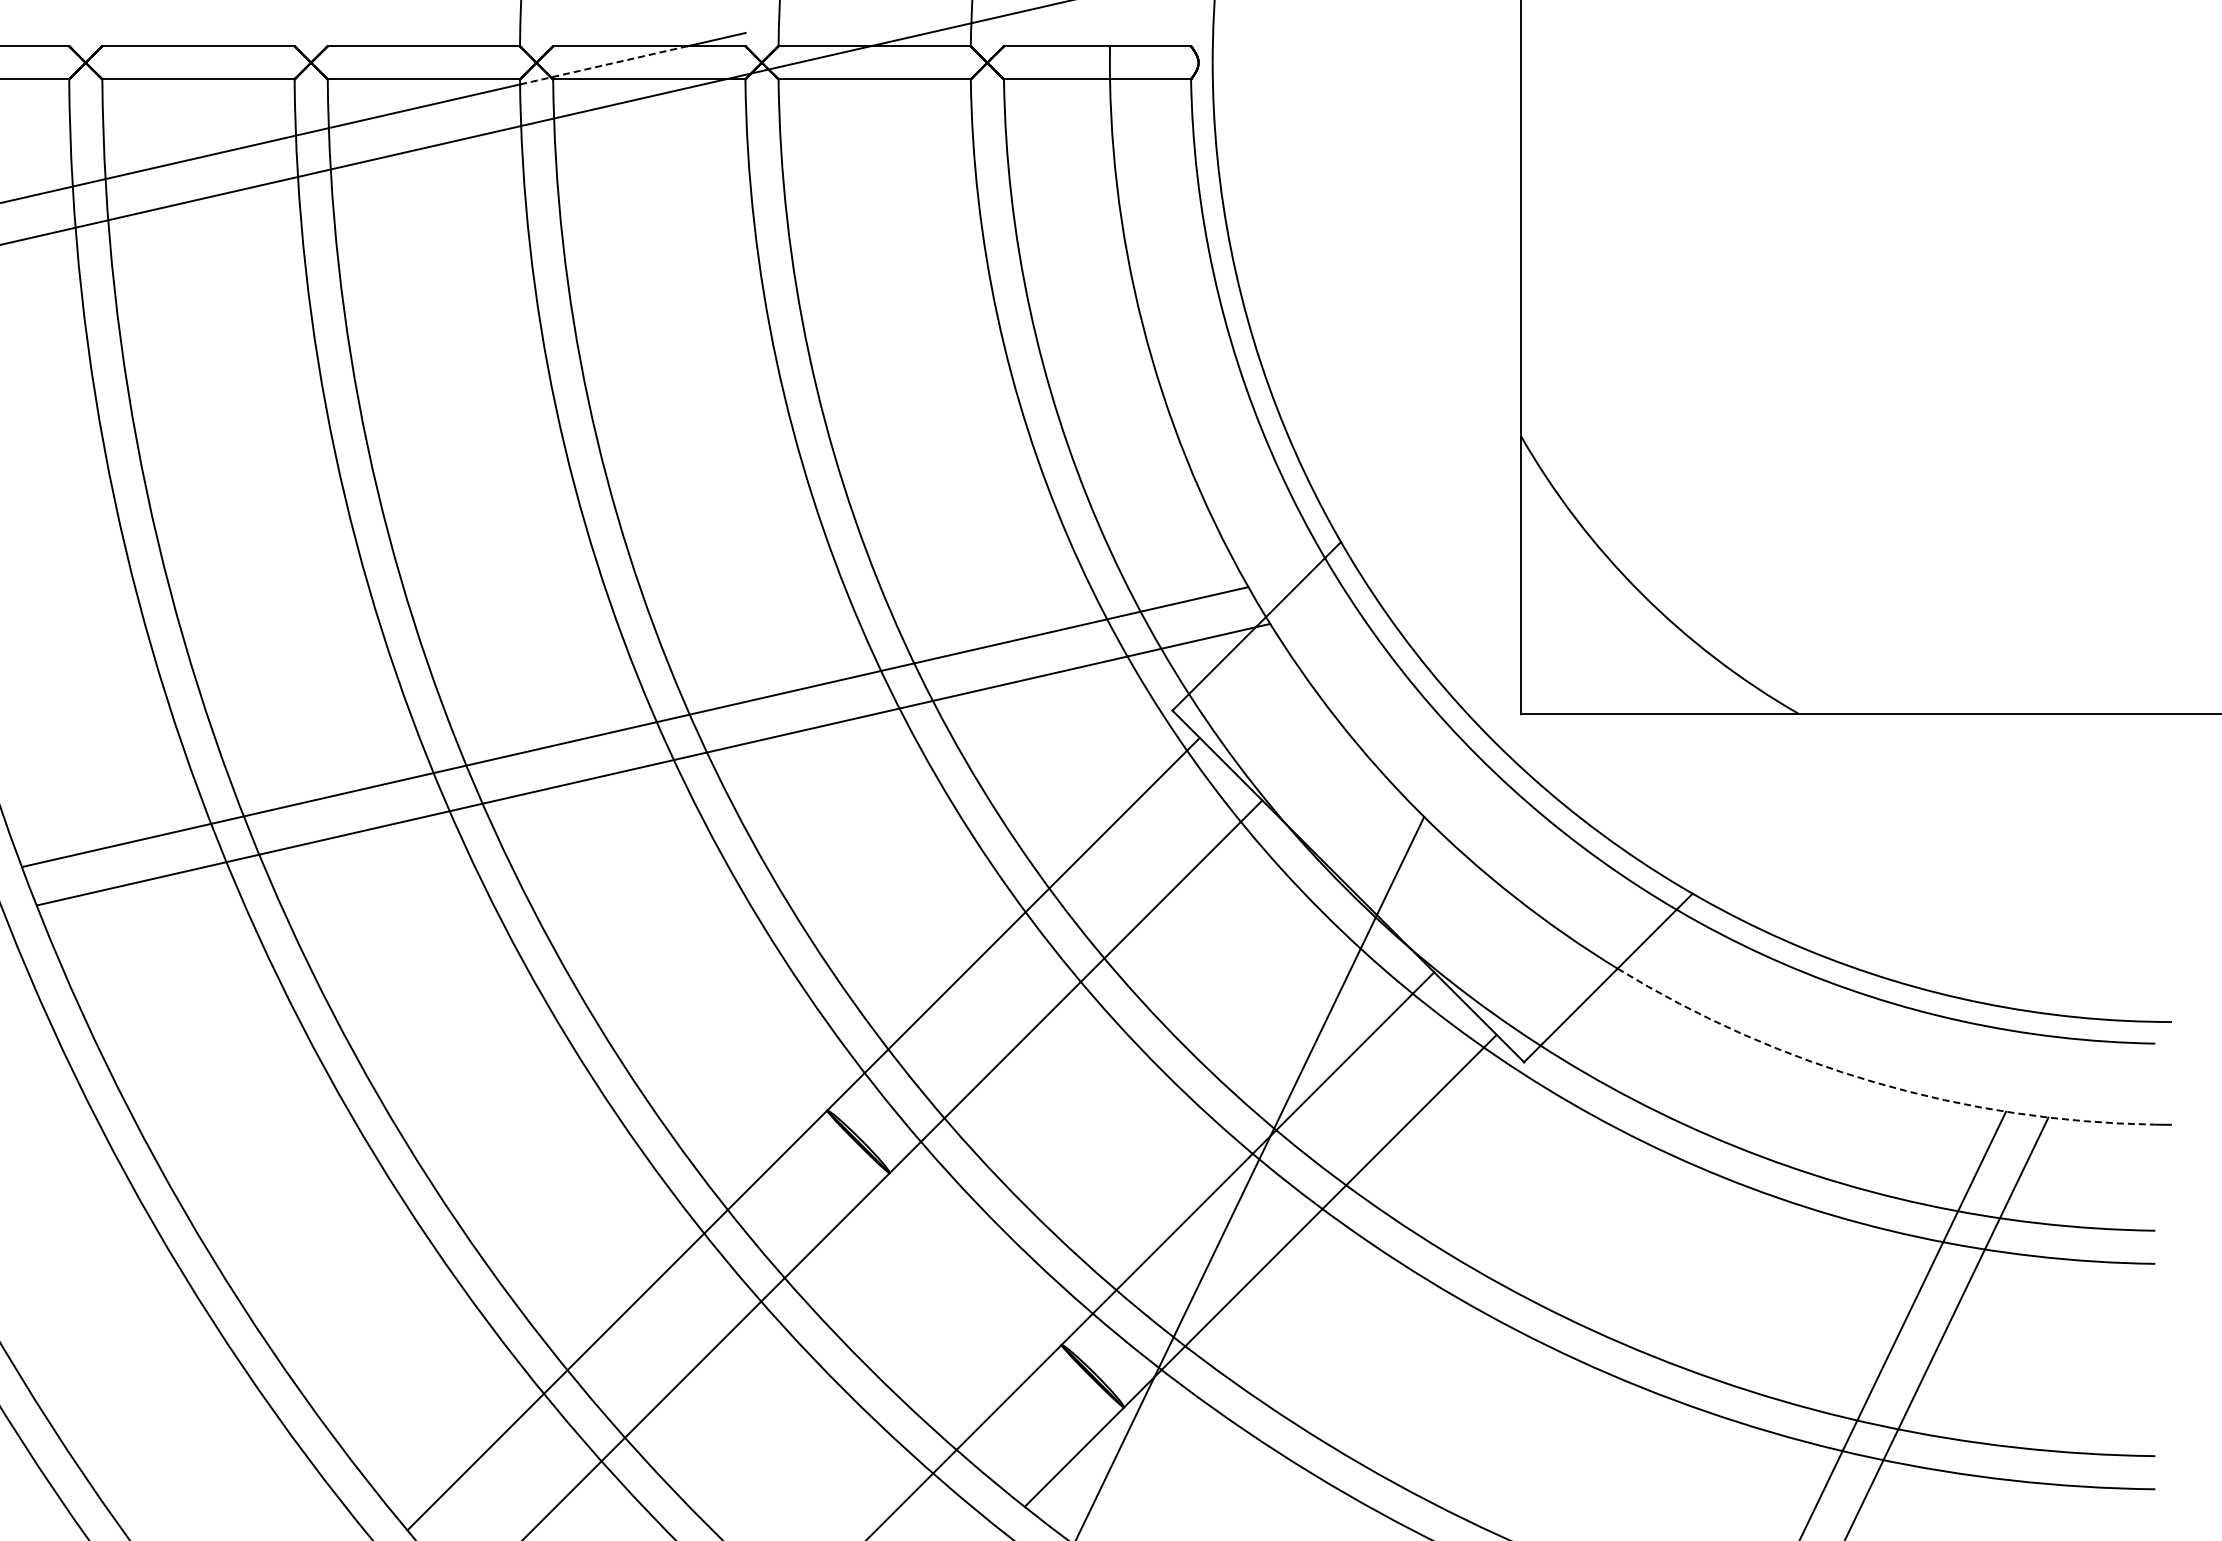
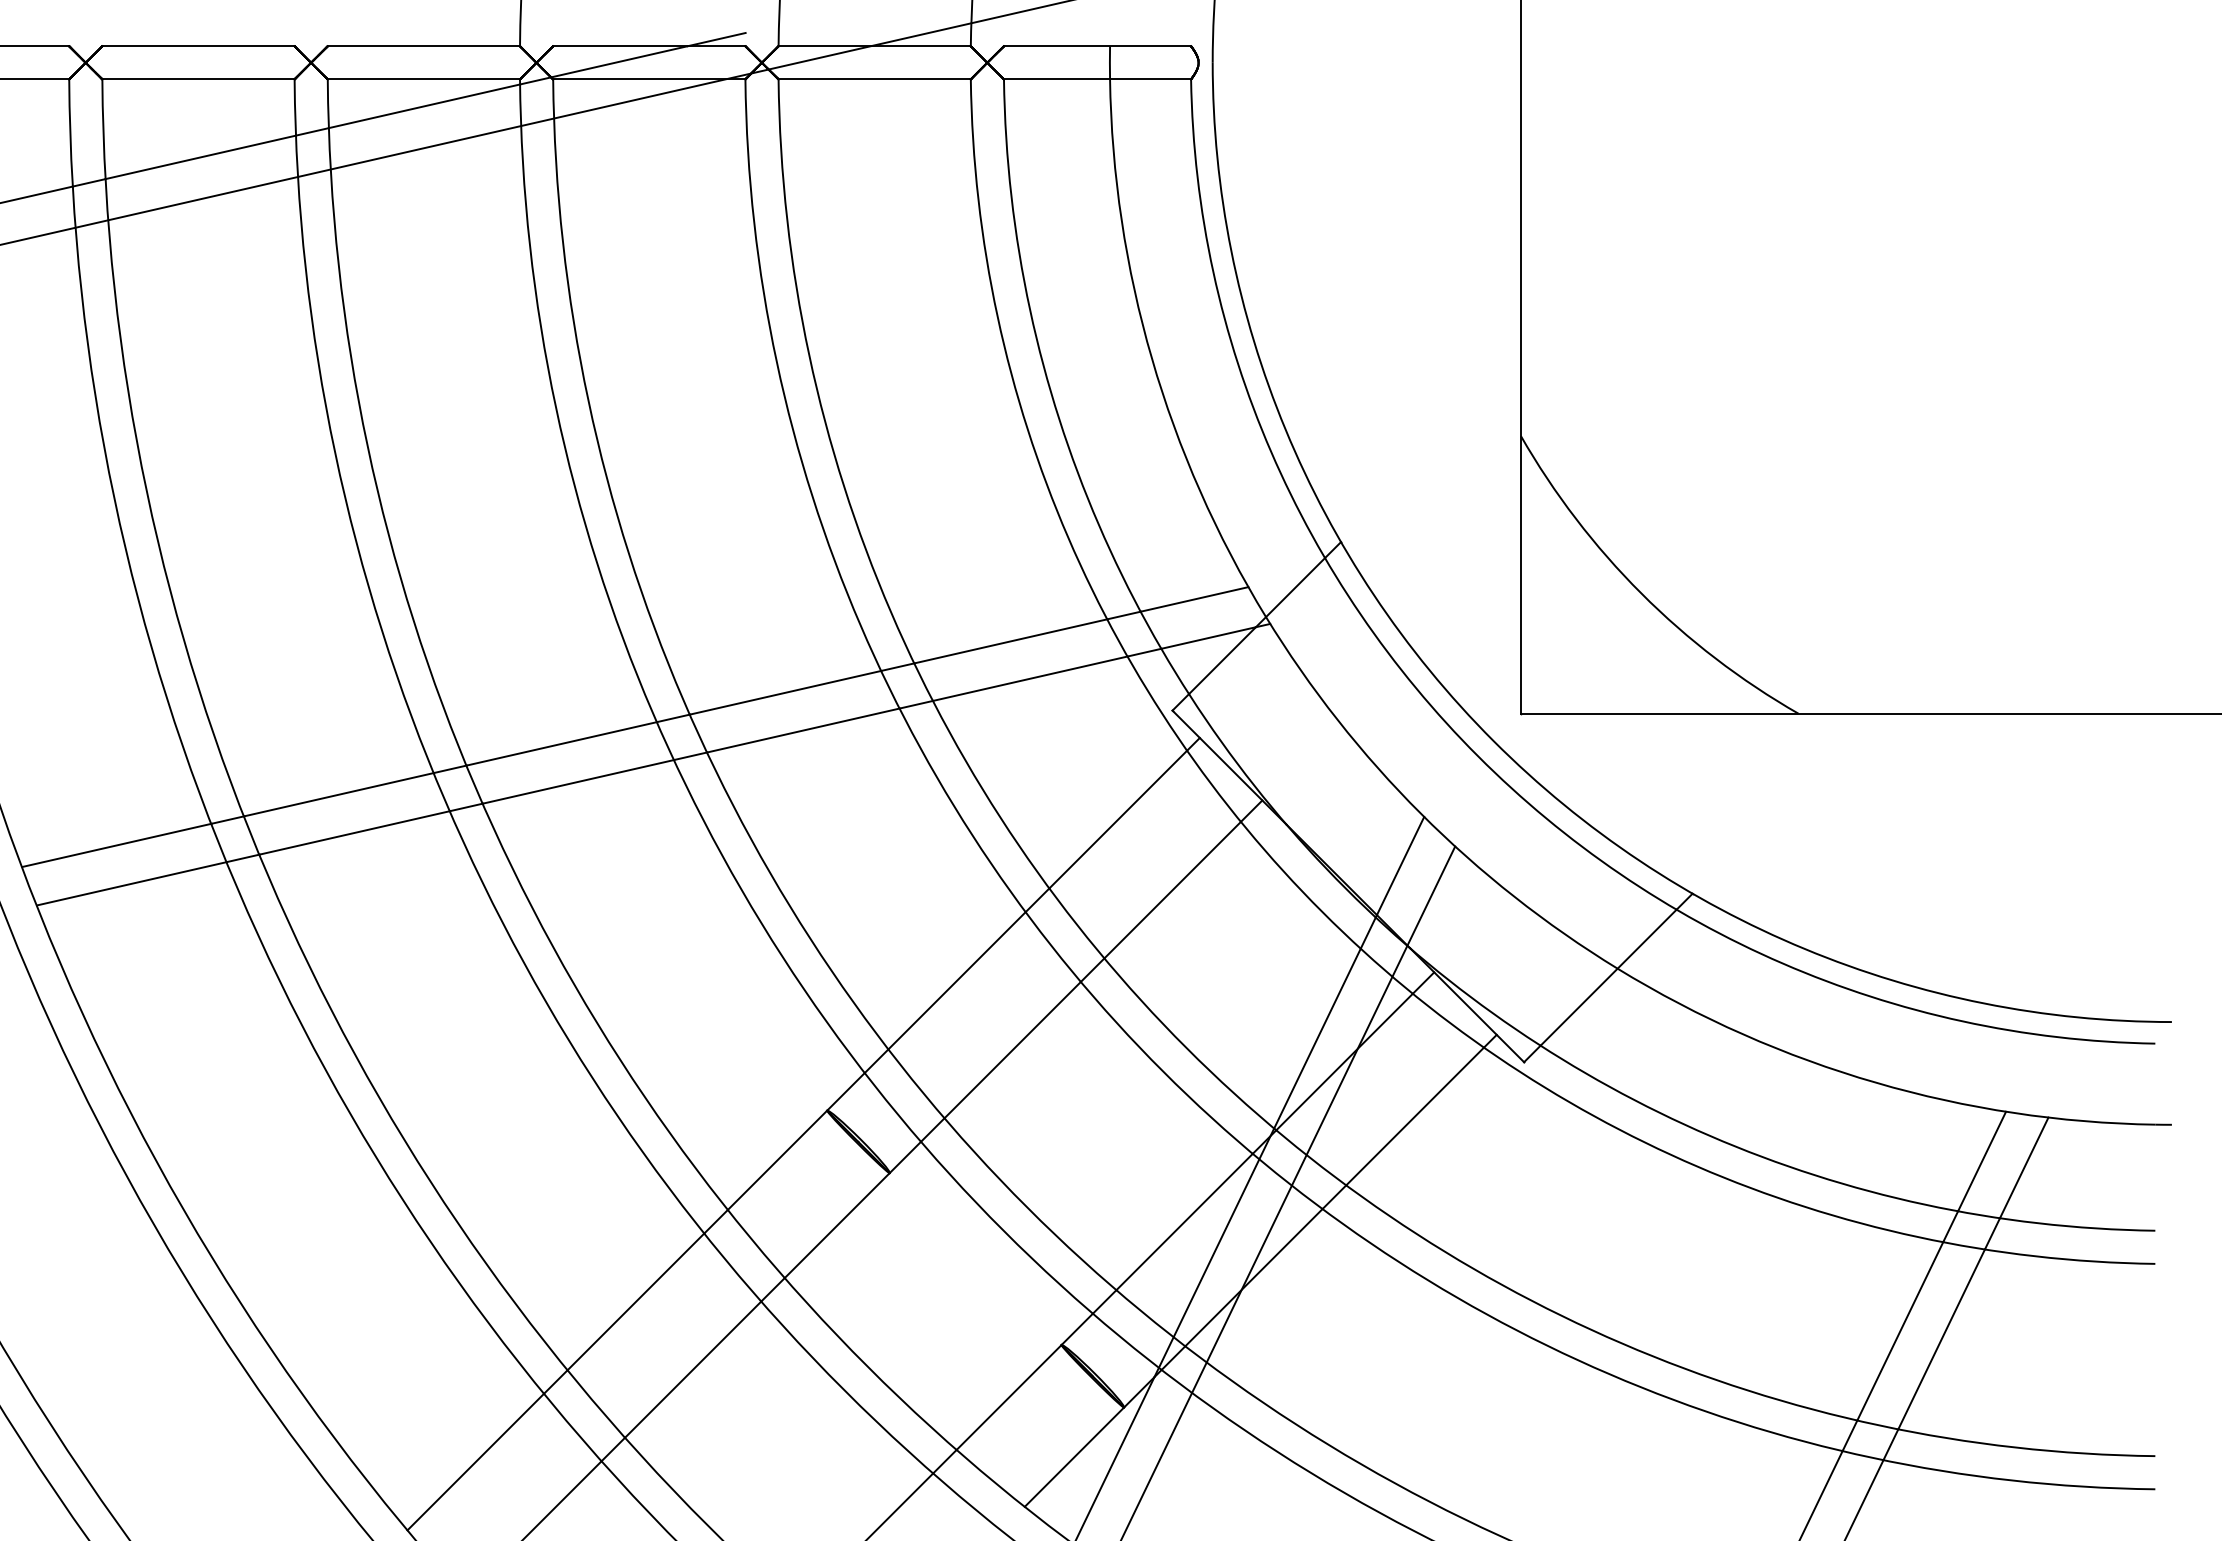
line at (603, 65): dashed -> solid
arc at (1876, 1082): dashed -> solid
line at (1288, 1191): none -> present
